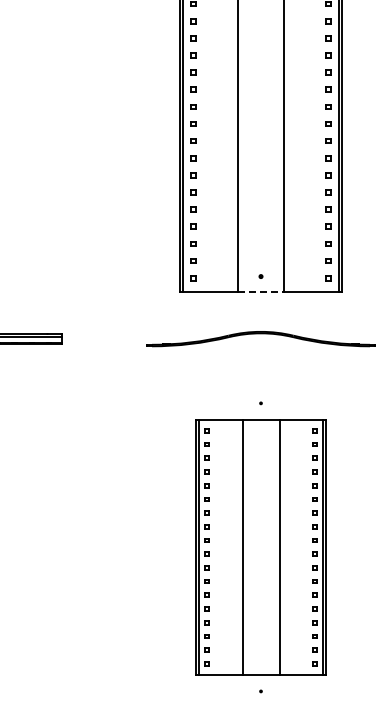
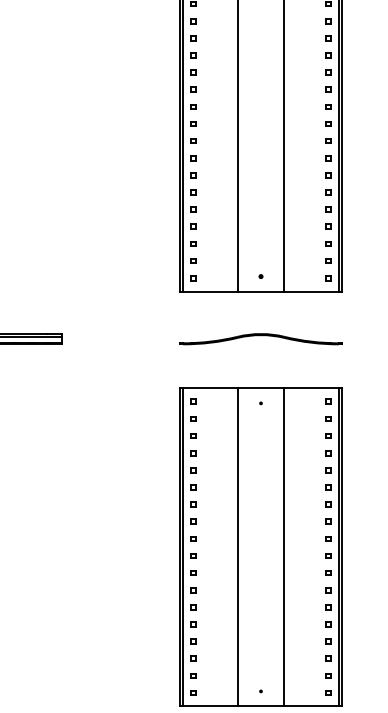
line at (261, 291): dashed -> solid
part at (260, 339) size: 230x17 px -> 164x13 px
part at (260, 547) size: 132x257 px -> 164x320 px
